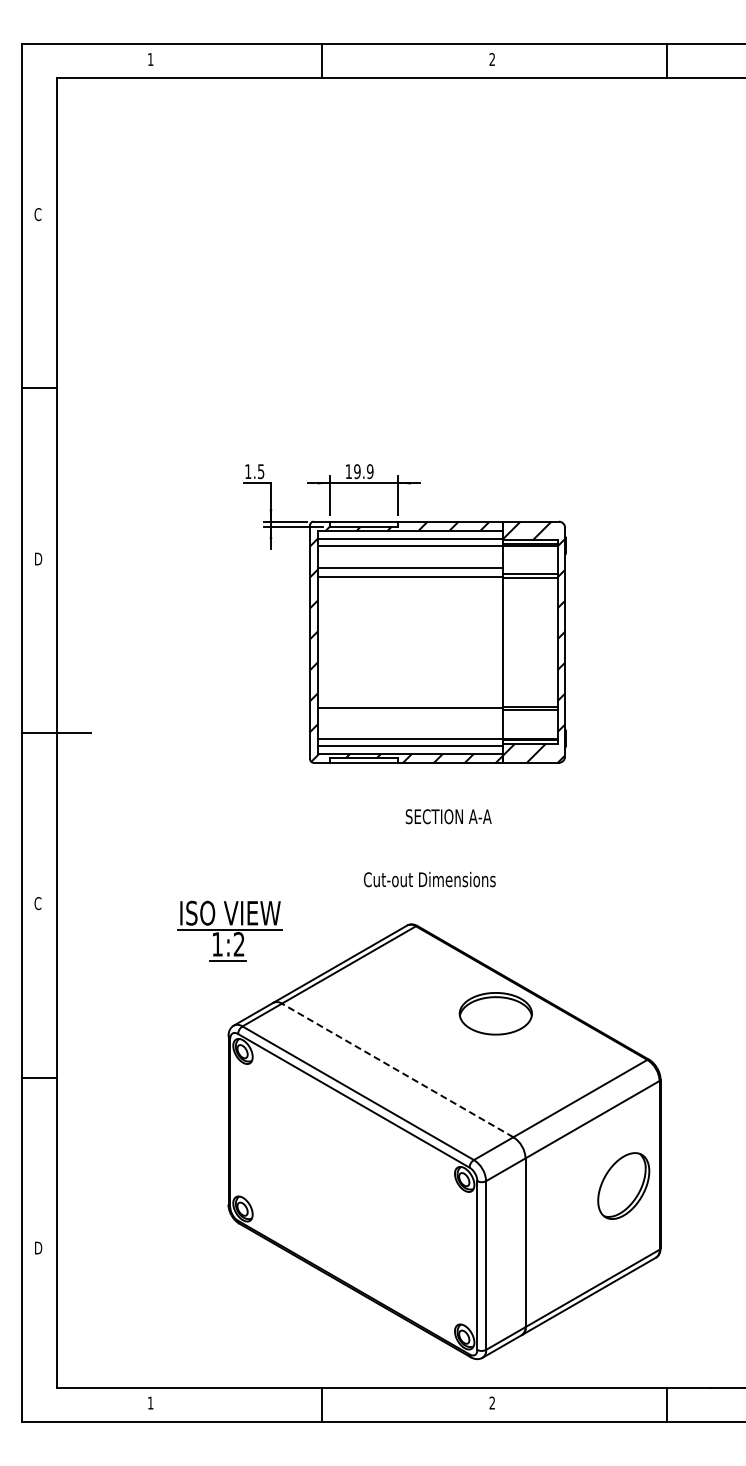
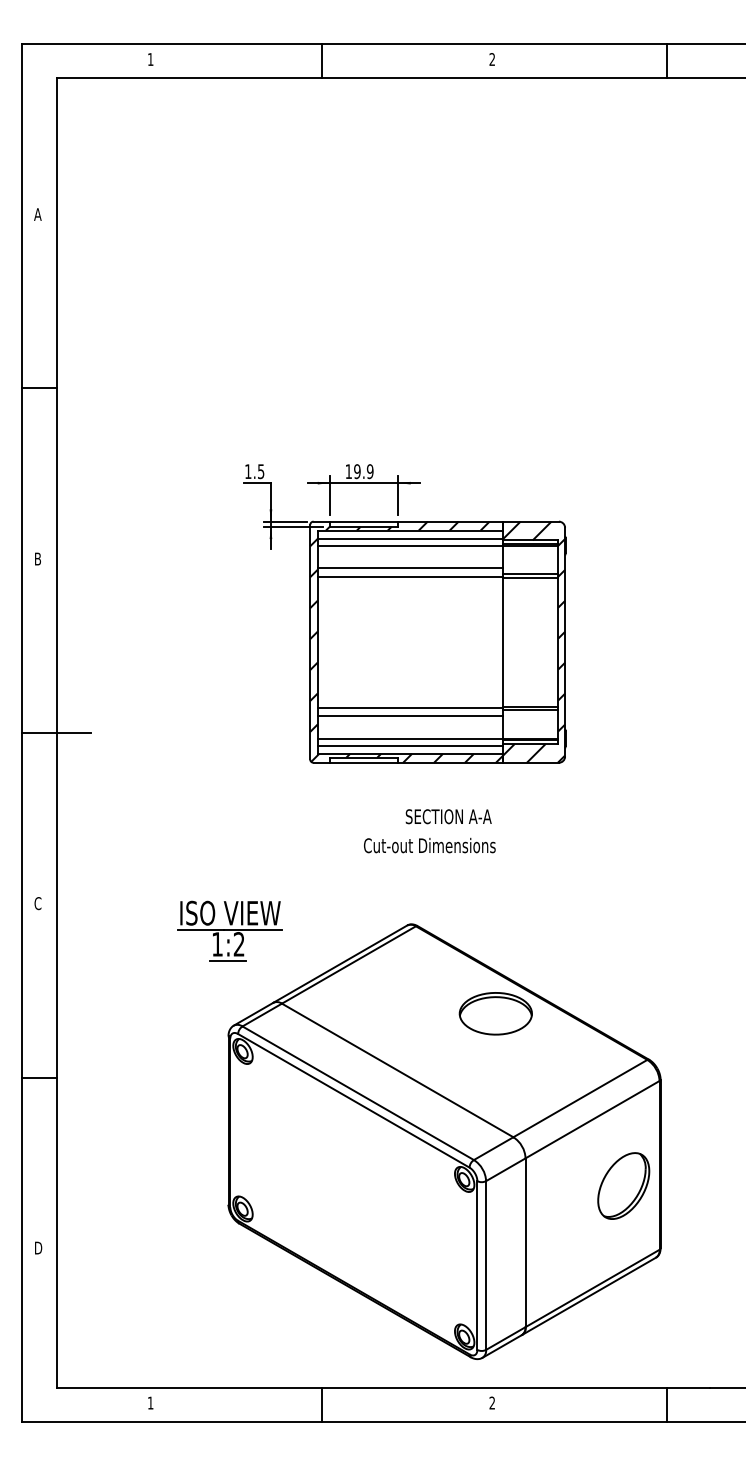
text at (37, 214): C -> A
text at (39, 558): D -> B
line at (410, 715): none -> present
text at (429, 879) position: (429, 879) -> (429, 845)
line at (397, 1070): dashed -> solid
